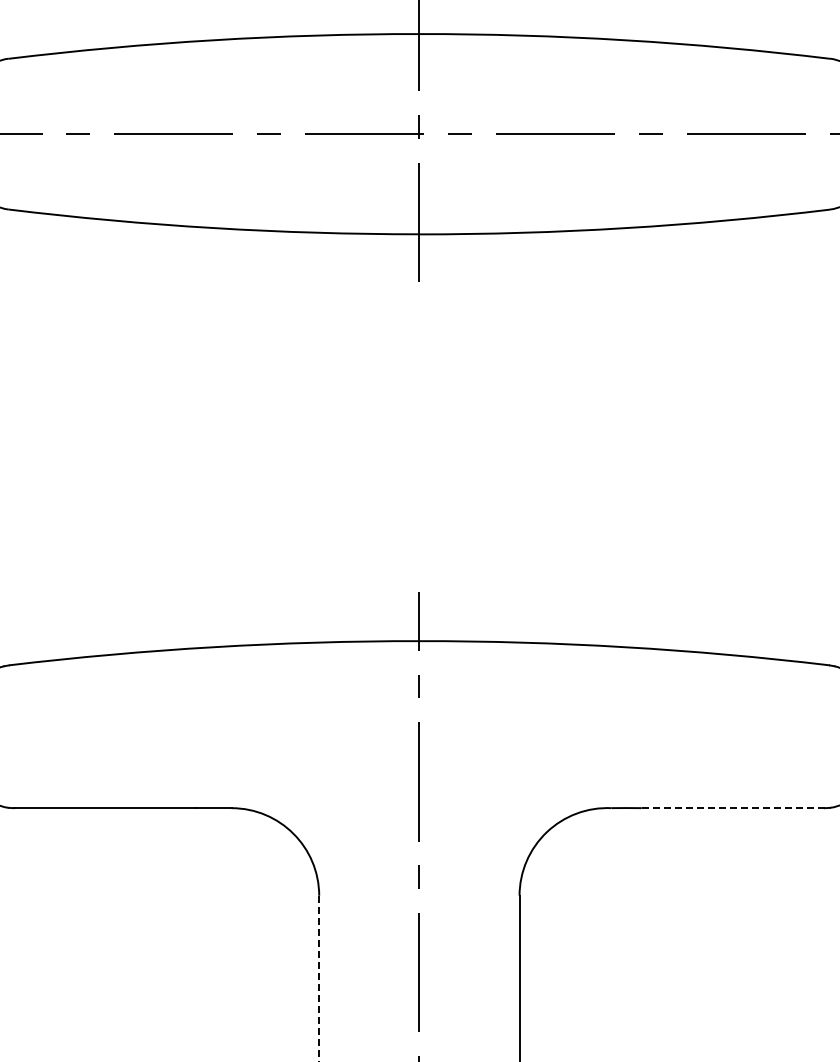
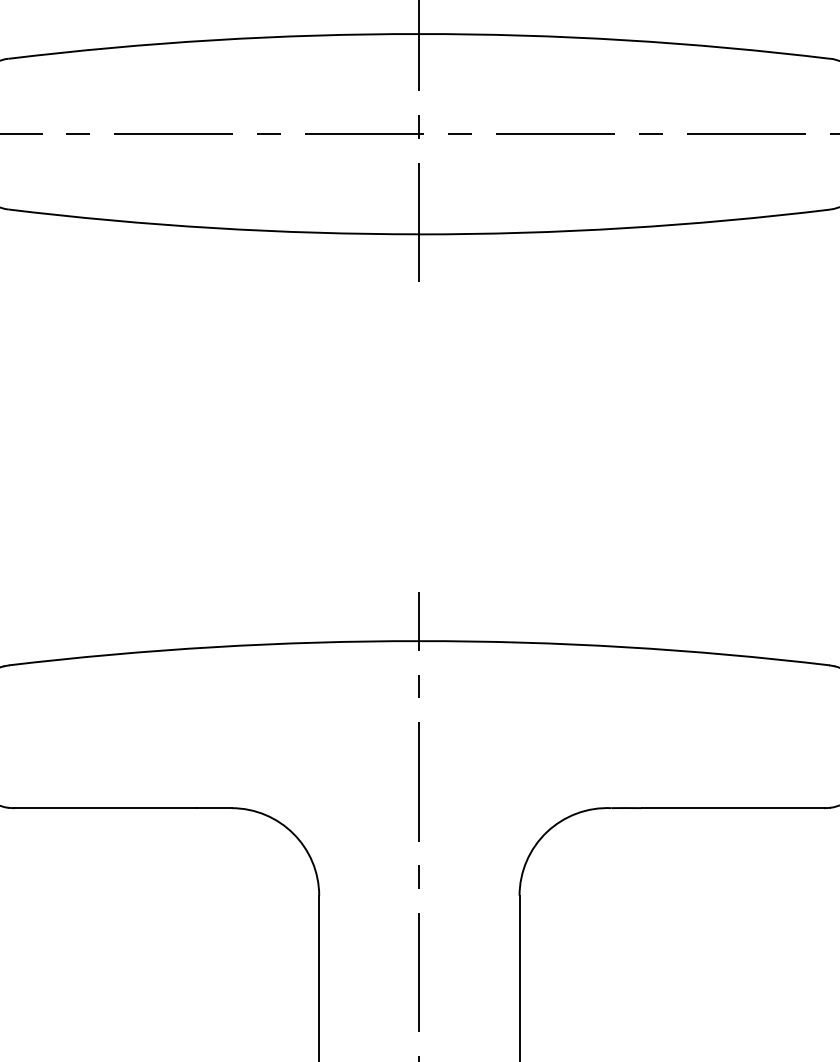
line at (733, 808): dashed -> solid
line at (319, 978): dashed -> solid
